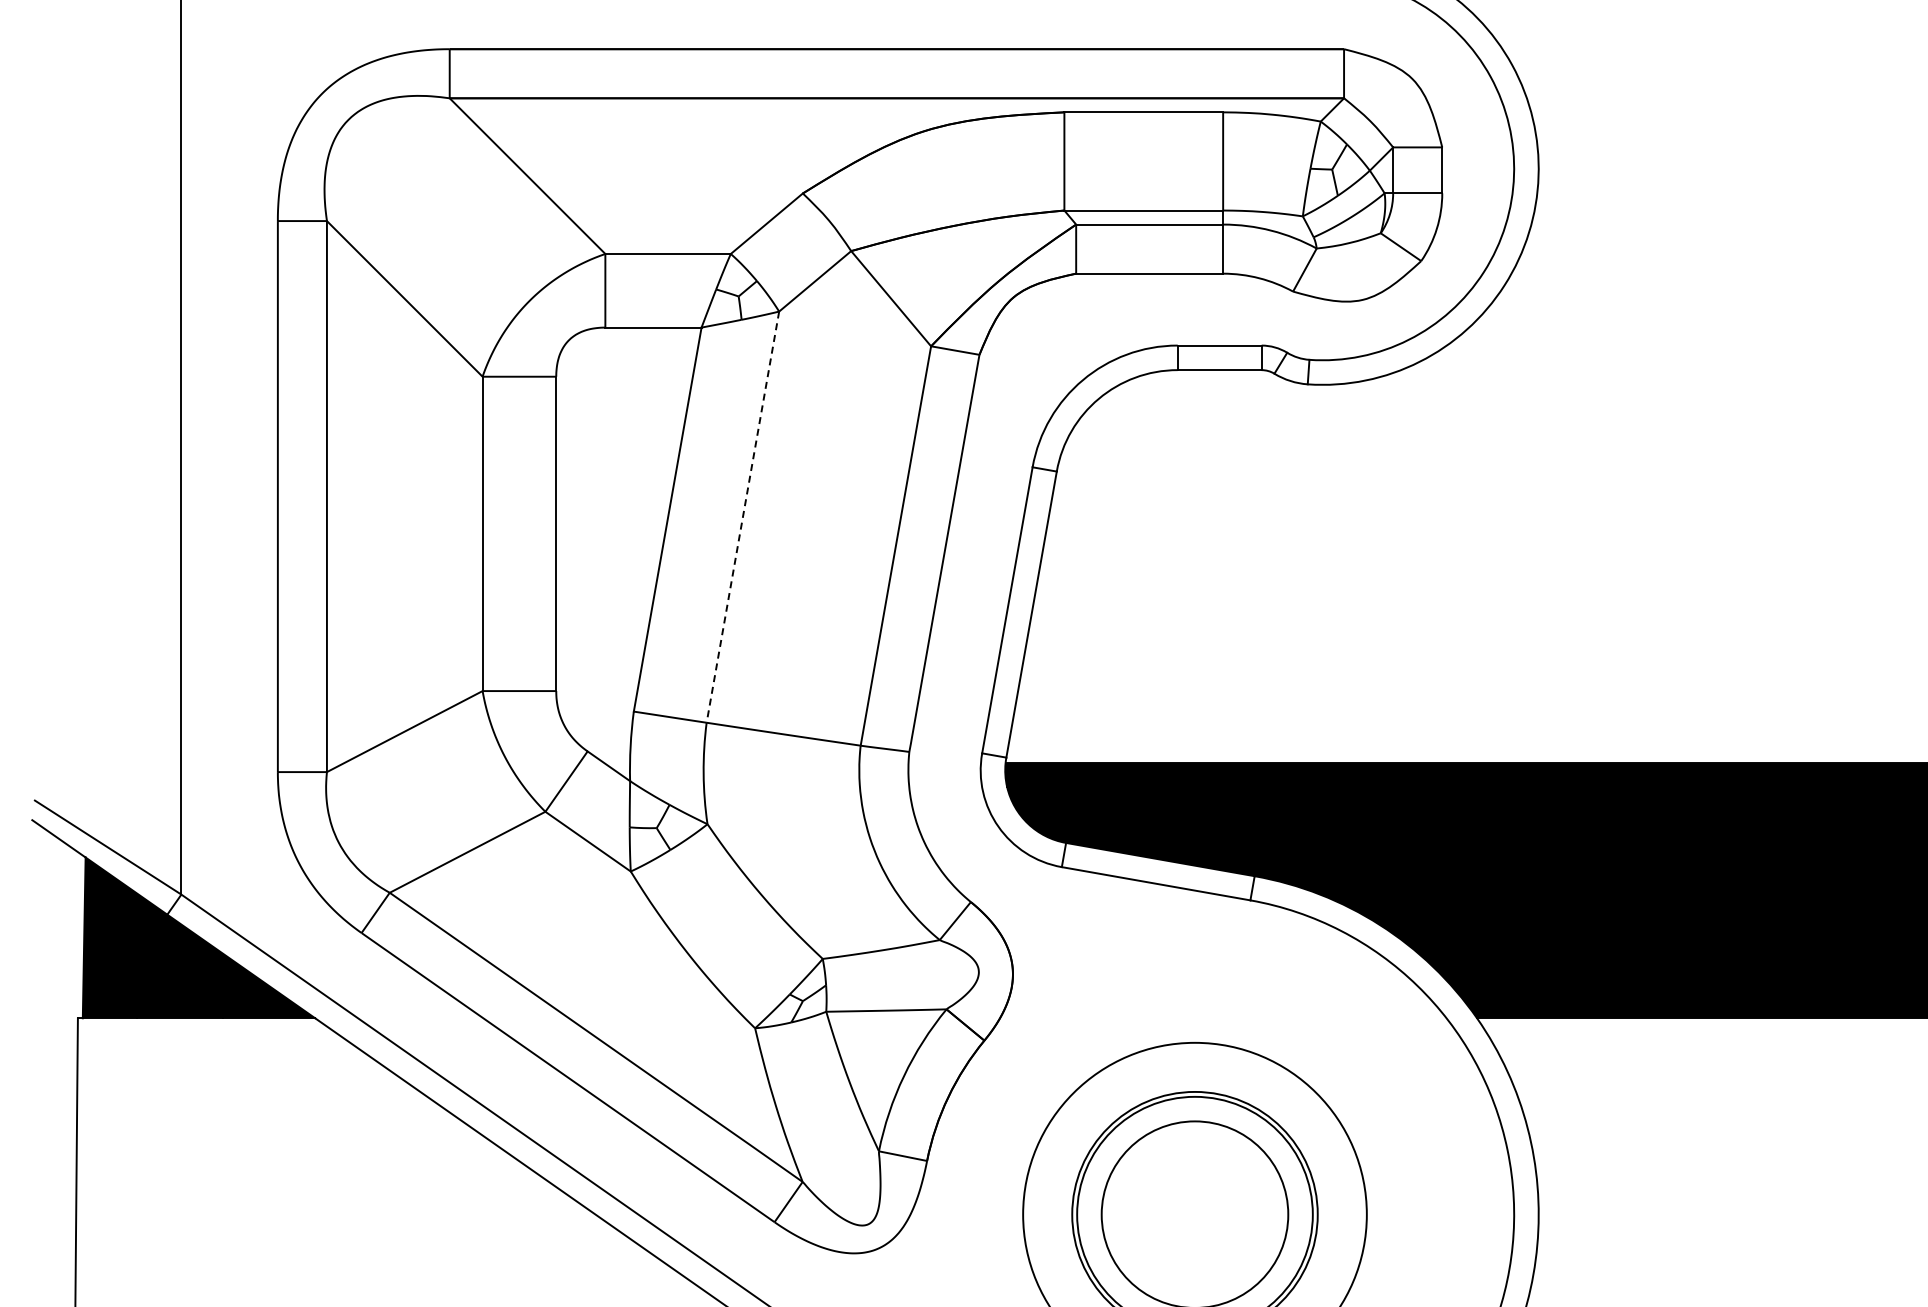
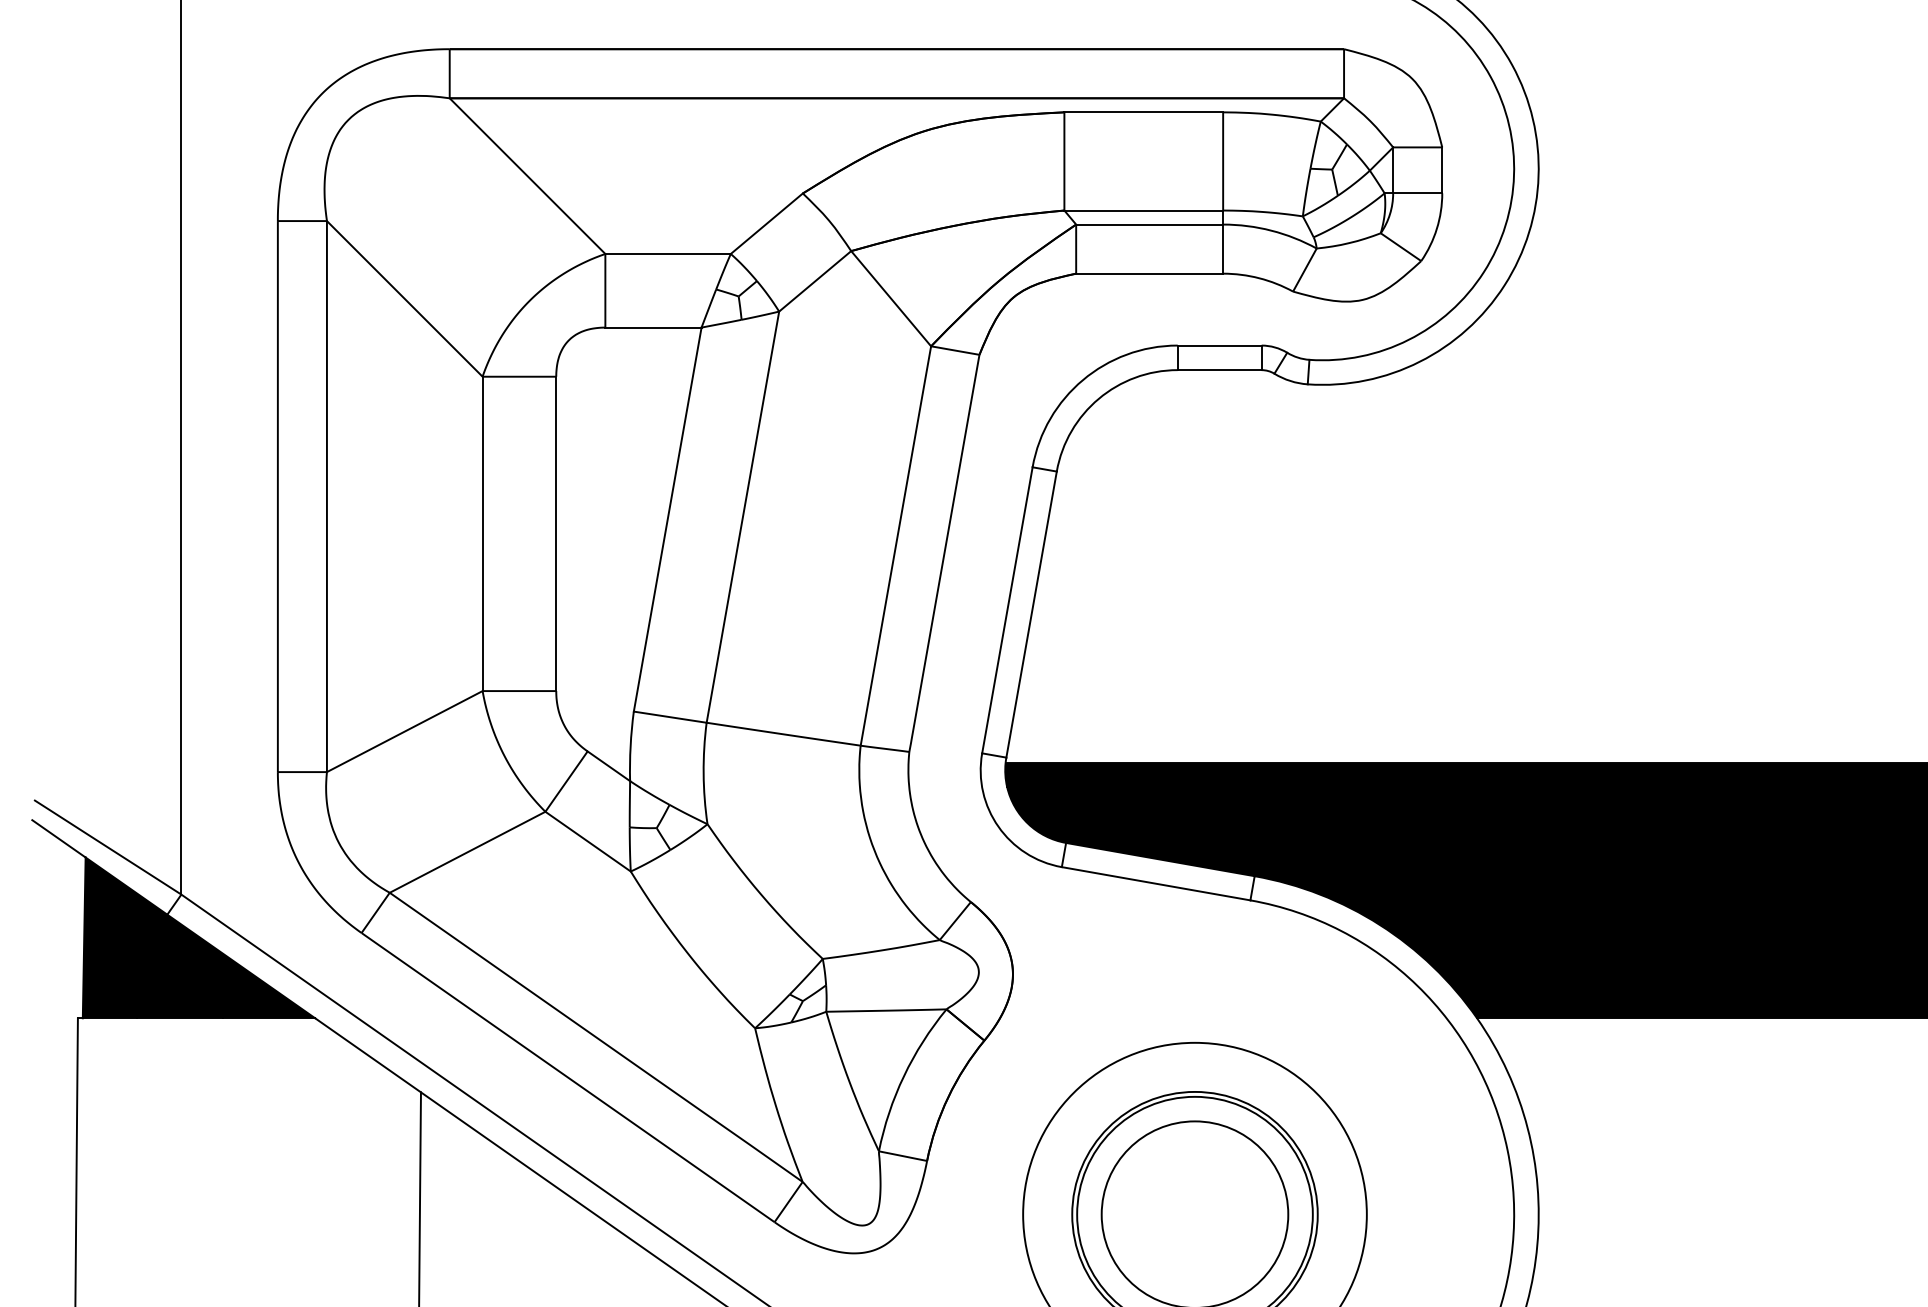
line at (742, 517): dashed -> solid
line at (419, 1197): none -> present
